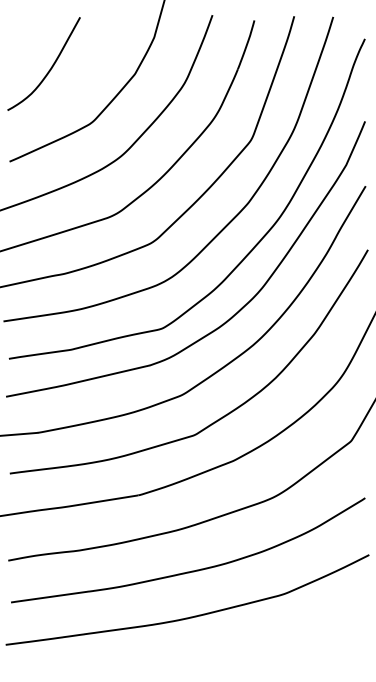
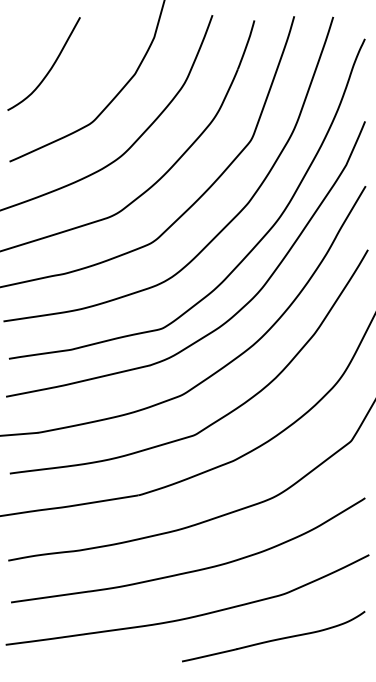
curve at (273, 639): none -> present
